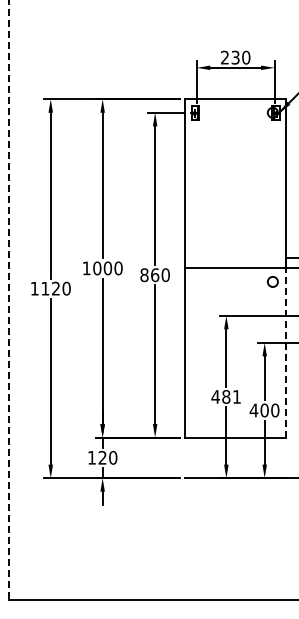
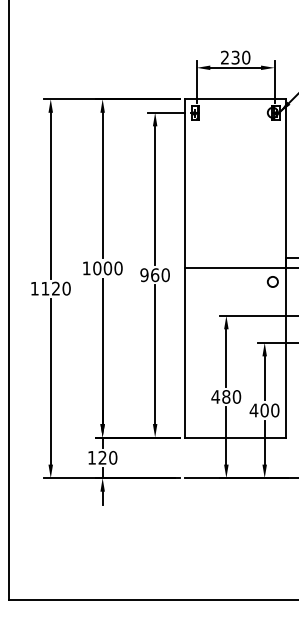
text at (144, 275): 860 -> 960
line at (9, 300): dashed -> solid
line at (286, 352): dashed -> solid
text at (236, 396): 481 -> 480
